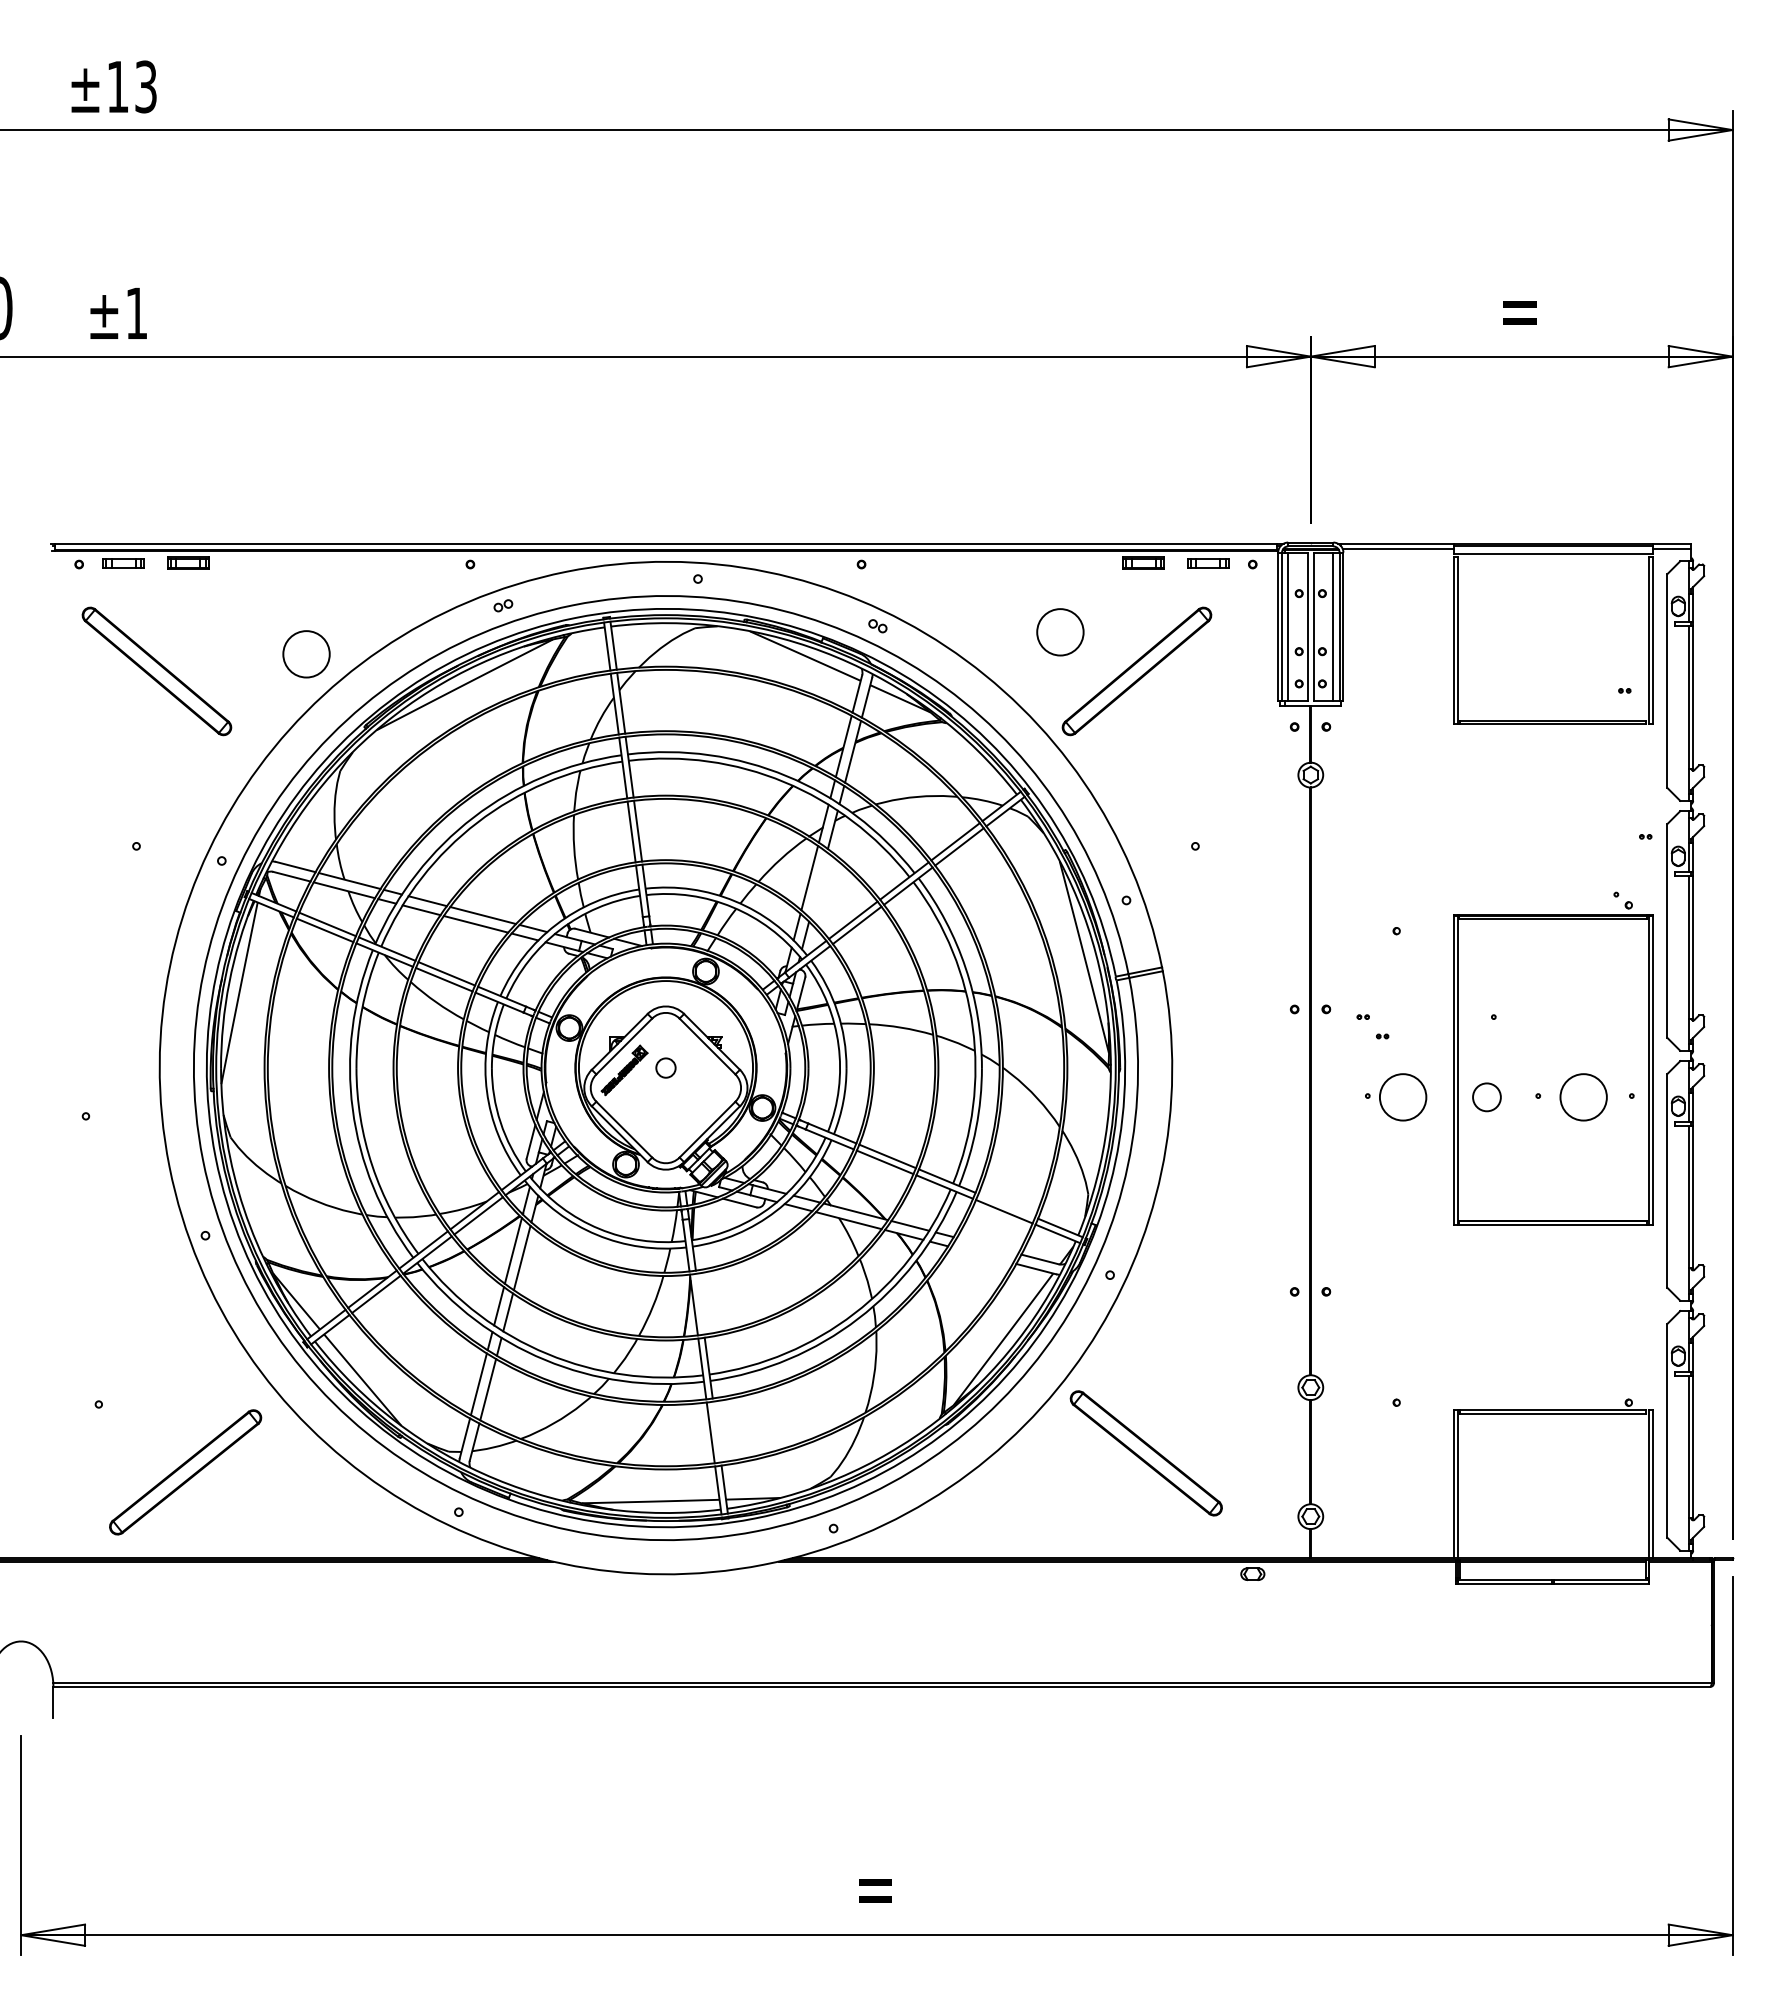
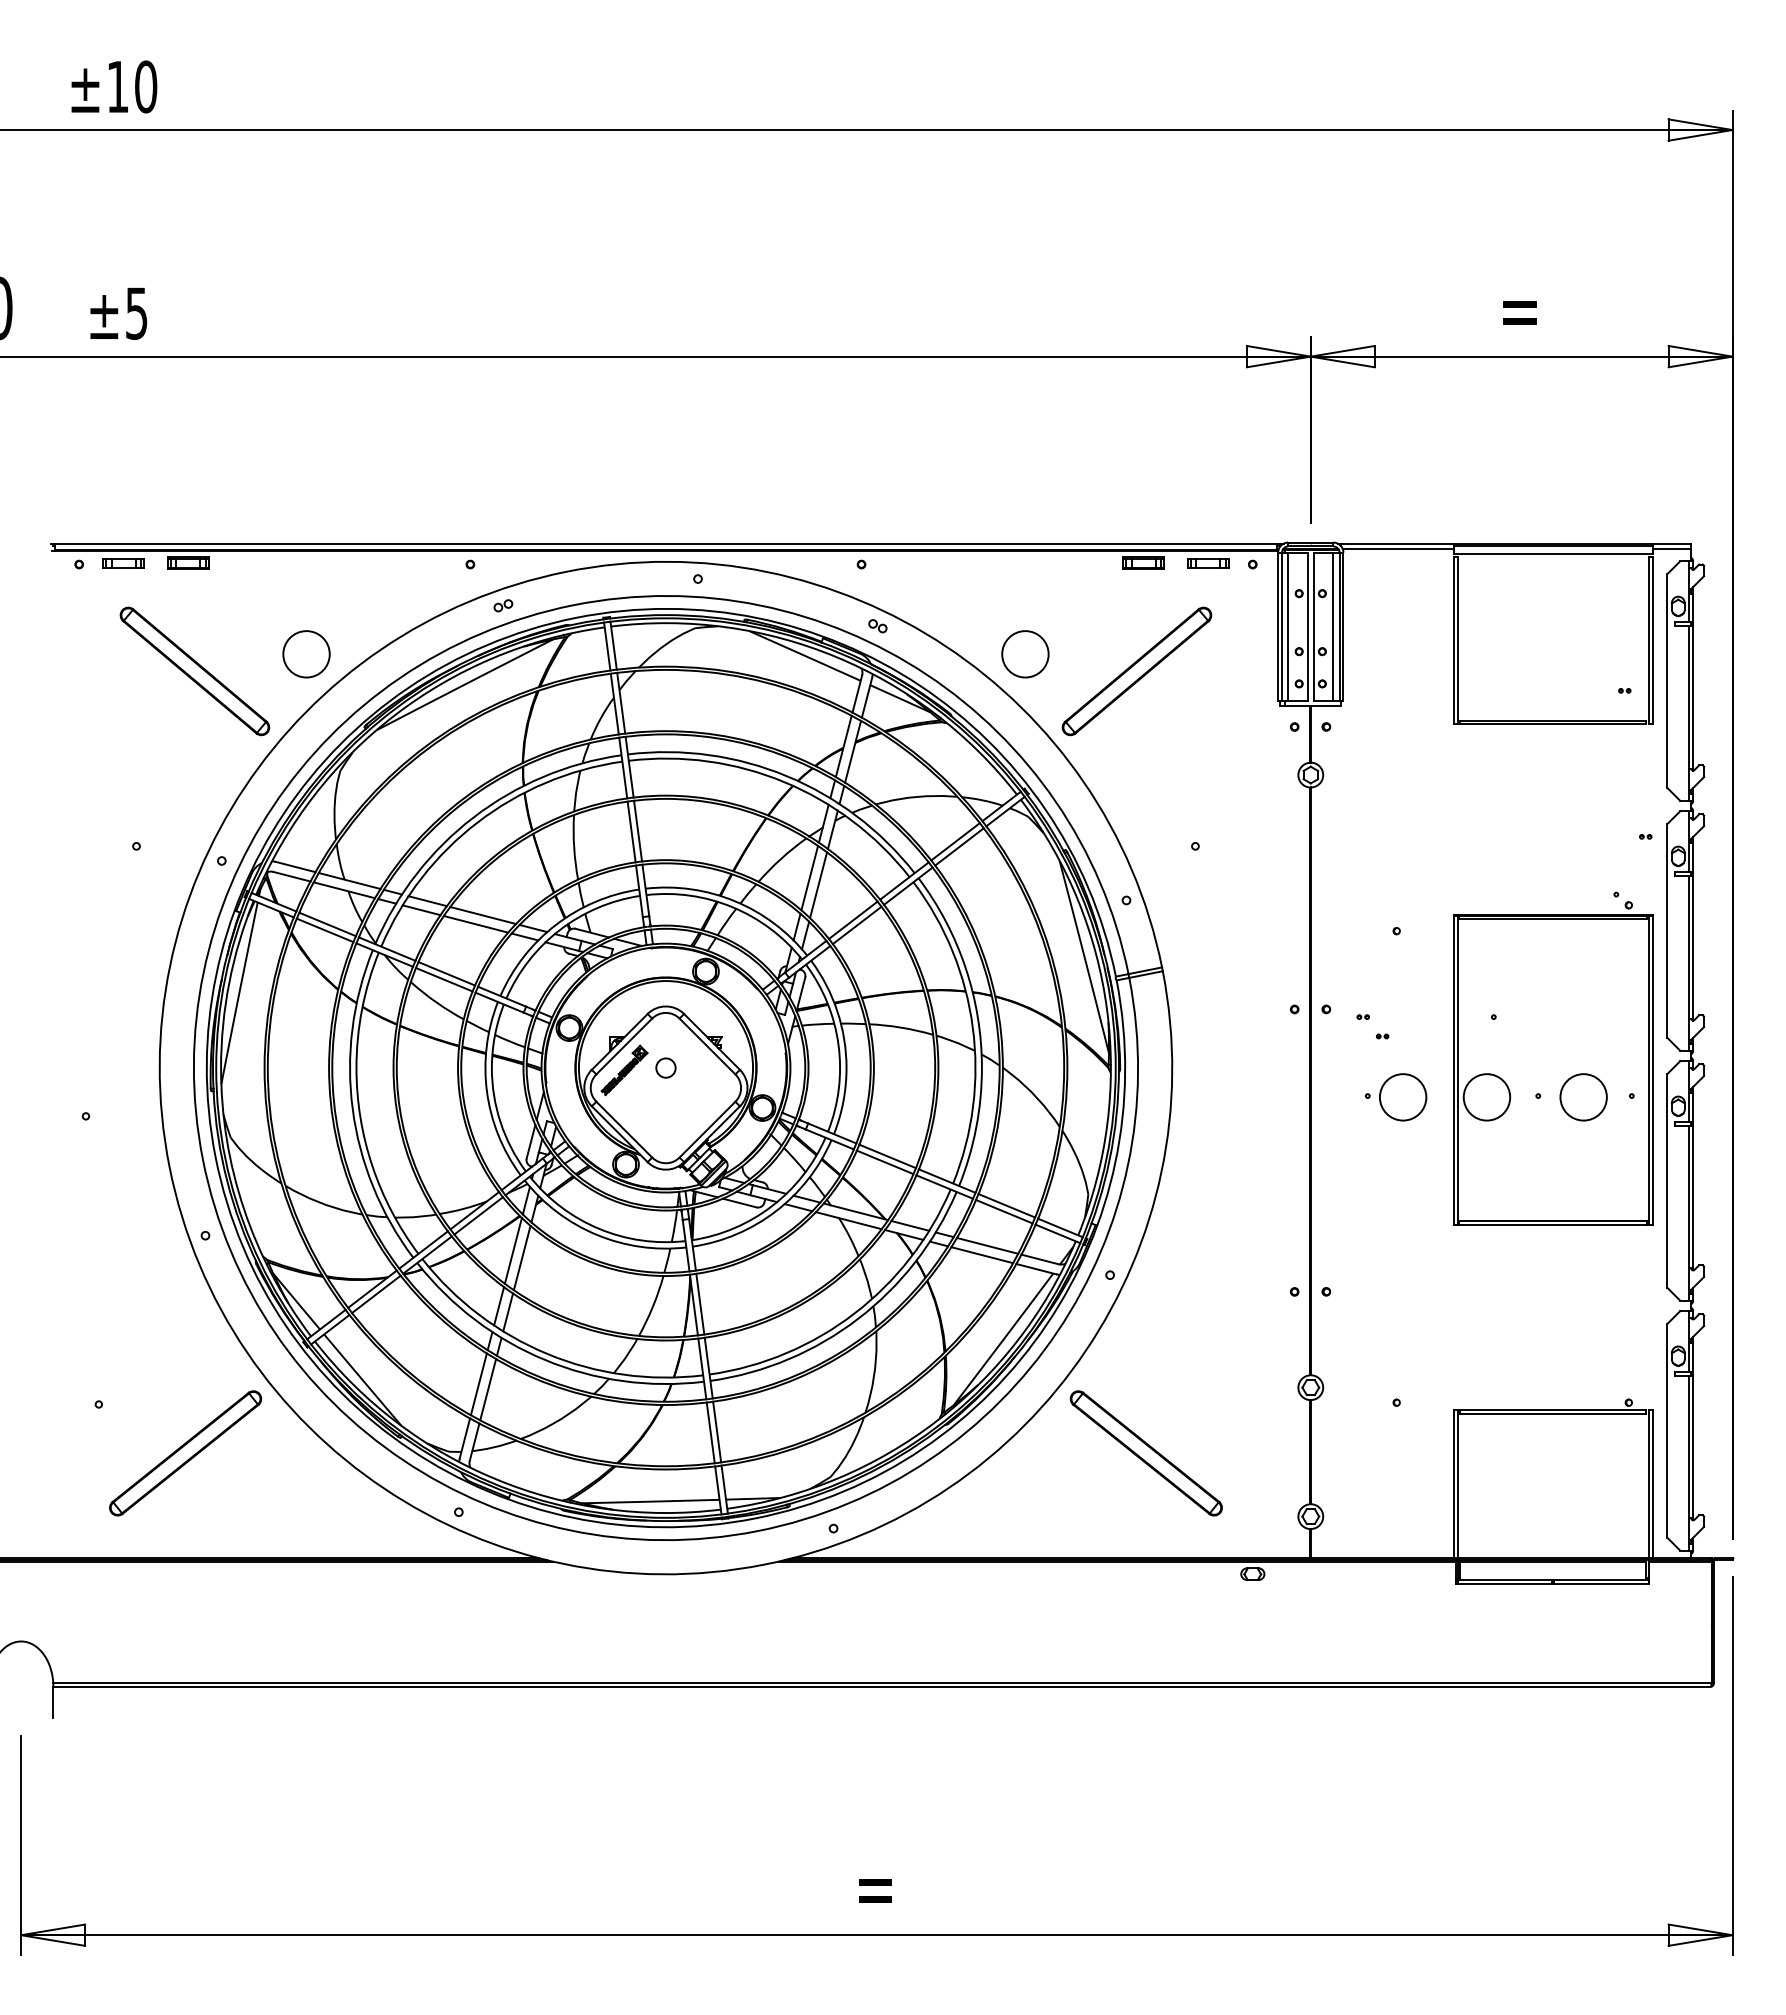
text at (146, 86): ±13 -> ±10
text at (136, 313): ±1 -> ±5
circle at (1060, 632) position: (1060, 632) -> (1025, 654)
part at (156, 671) position: (156, 671) -> (194, 671)
line at (818, 885): none -> present
circle at (1486, 1097) diameter: 28 px -> 46 px
line at (1006, 1205): none -> present
line at (987, 1245): none -> present
line at (982, 1255): none -> present
line at (700, 1303): none -> present
line at (717, 1431): none -> present
part at (185, 1472) position: (185, 1472) -> (185, 1453)
